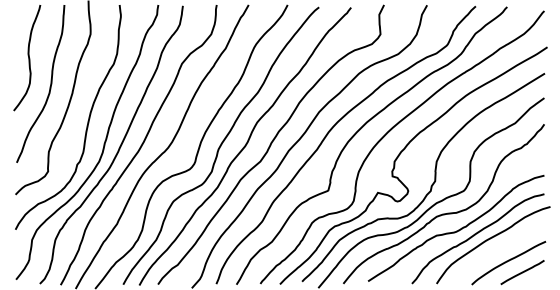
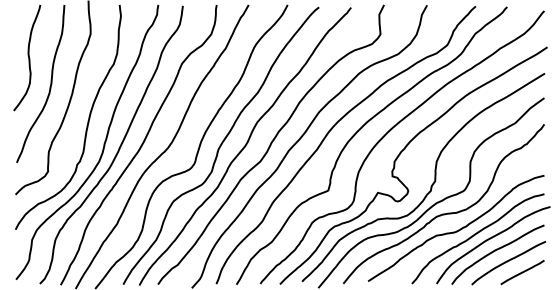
curve at (495, 251): none -> present
